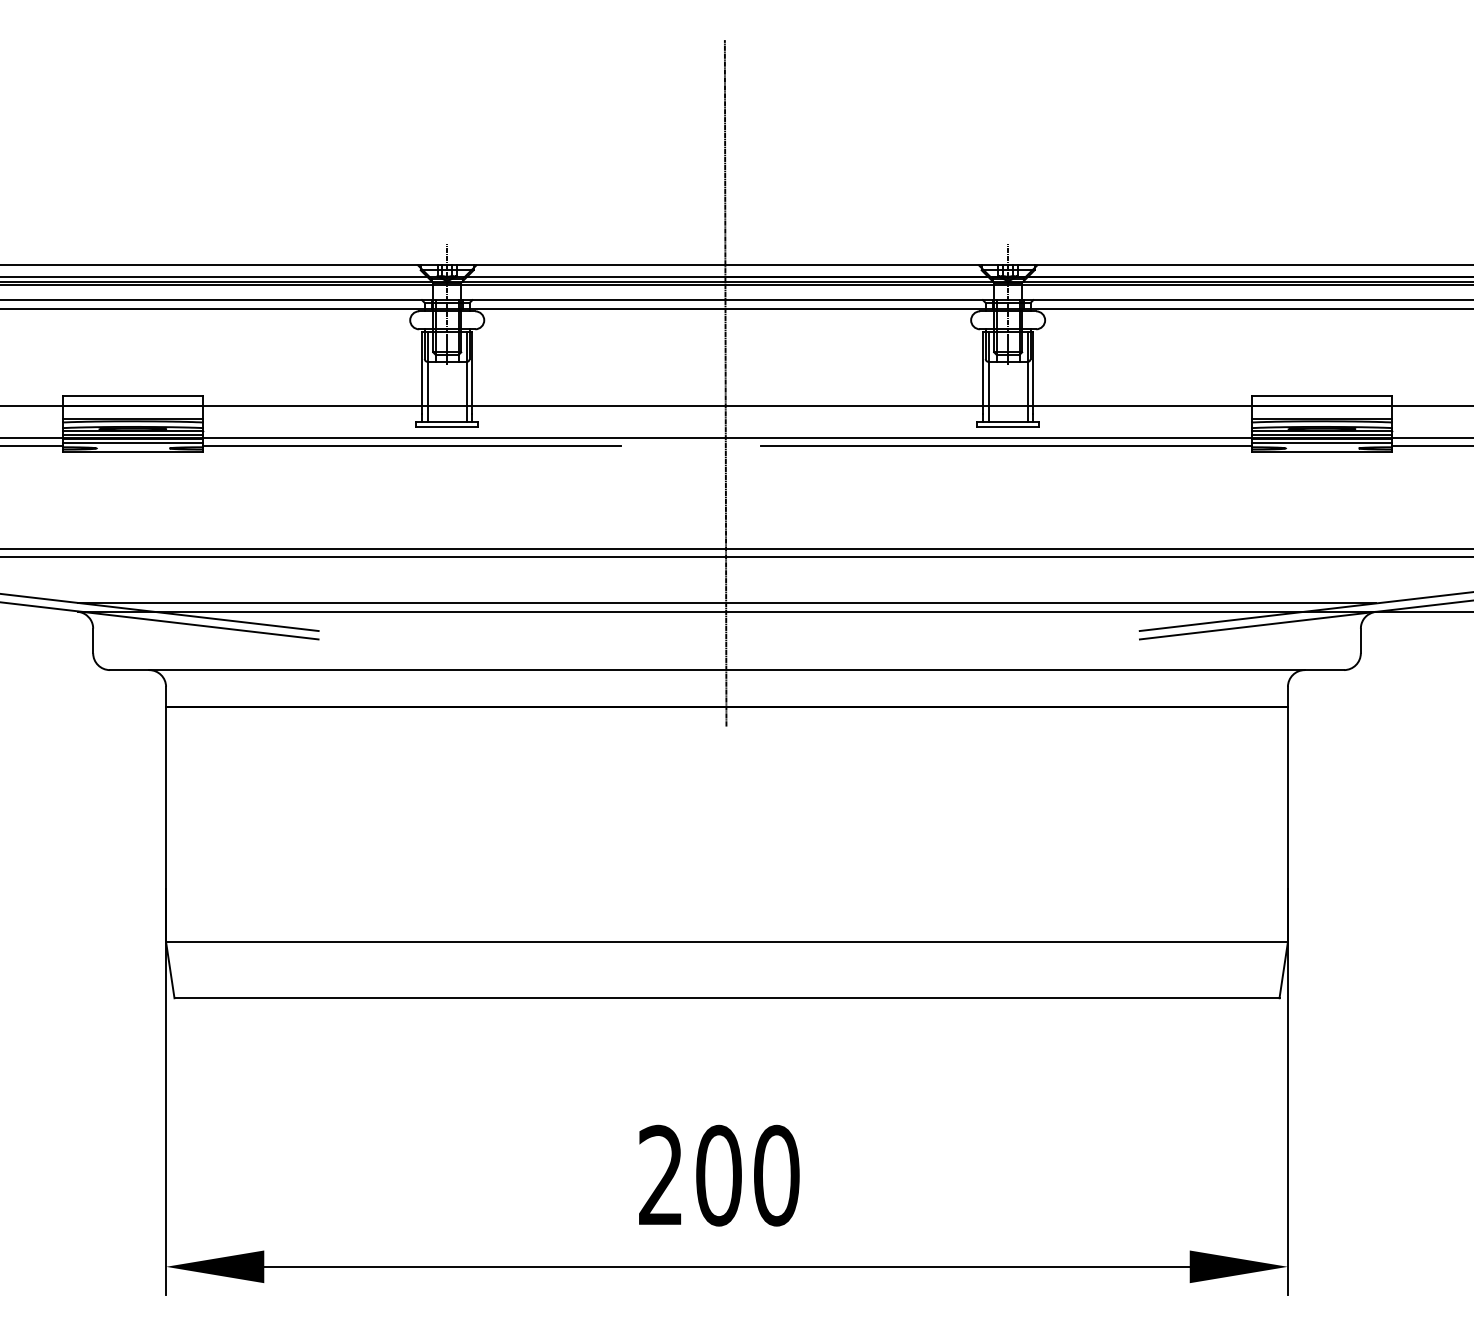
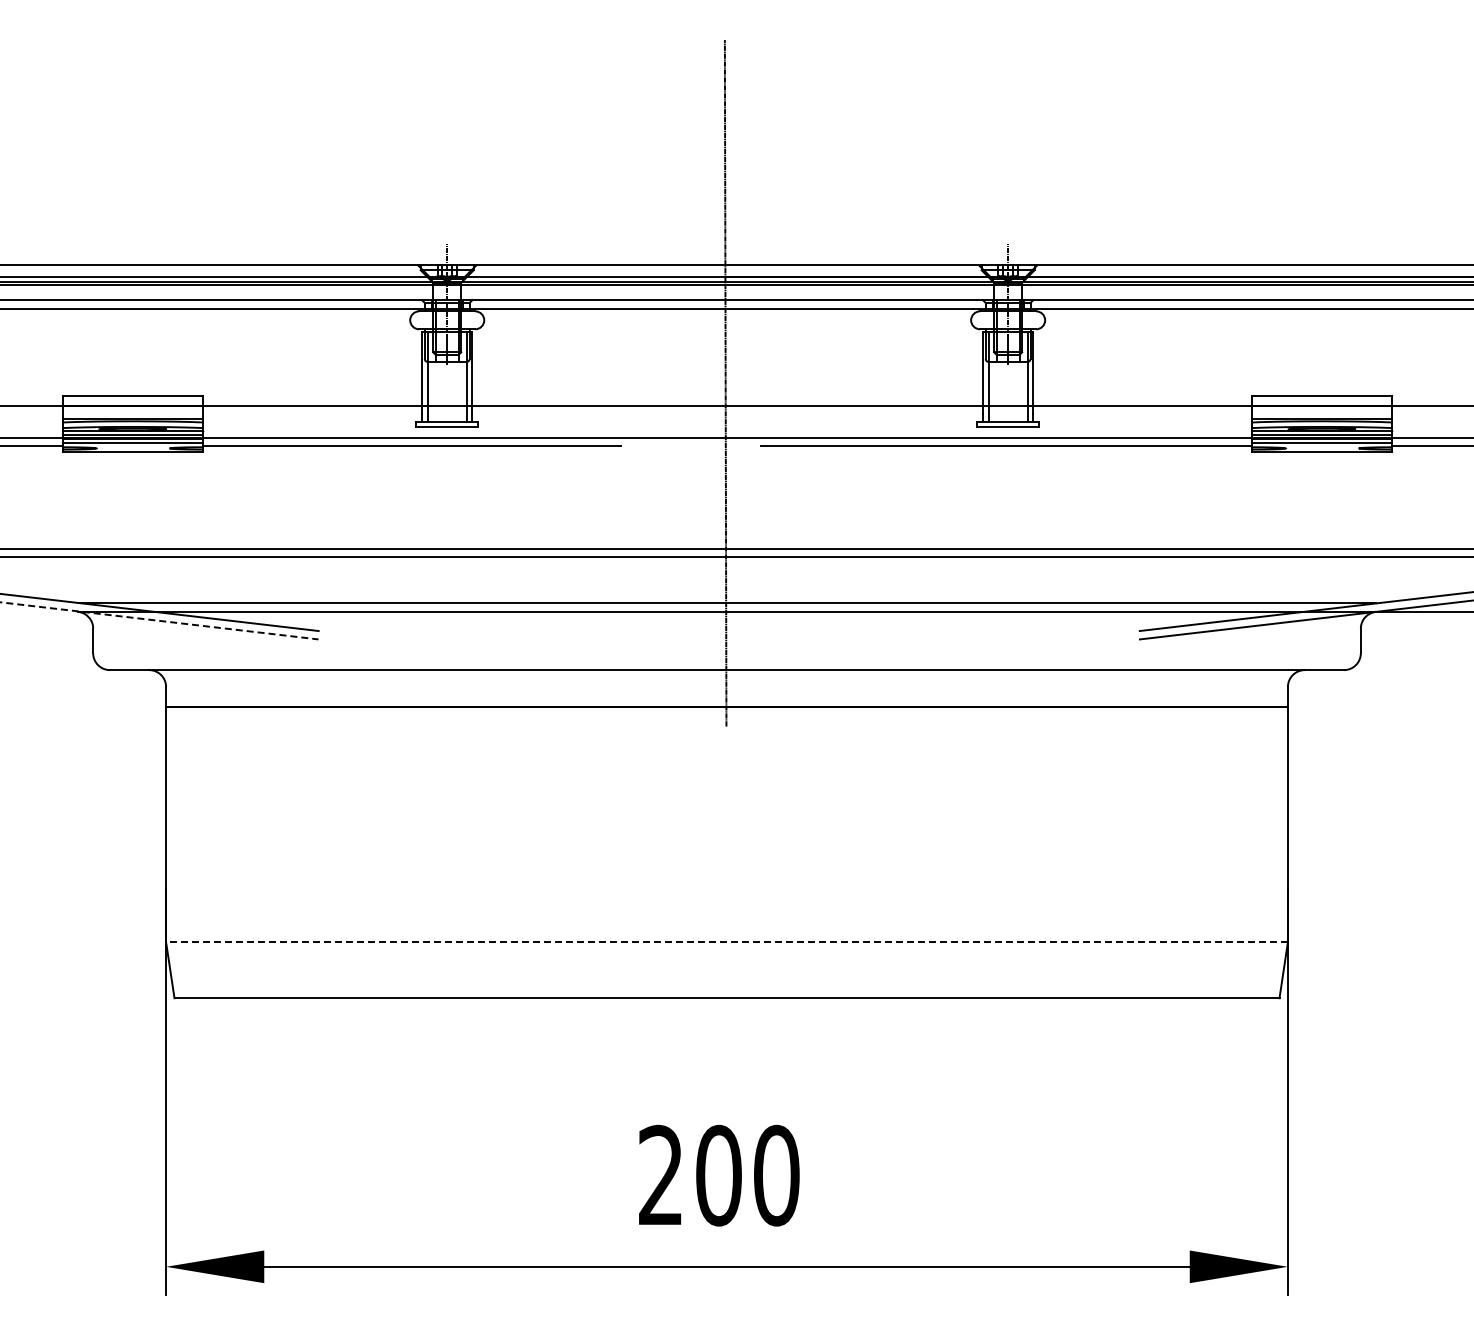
line at (159, 620): solid -> dashed
line at (727, 942): solid -> dashed
